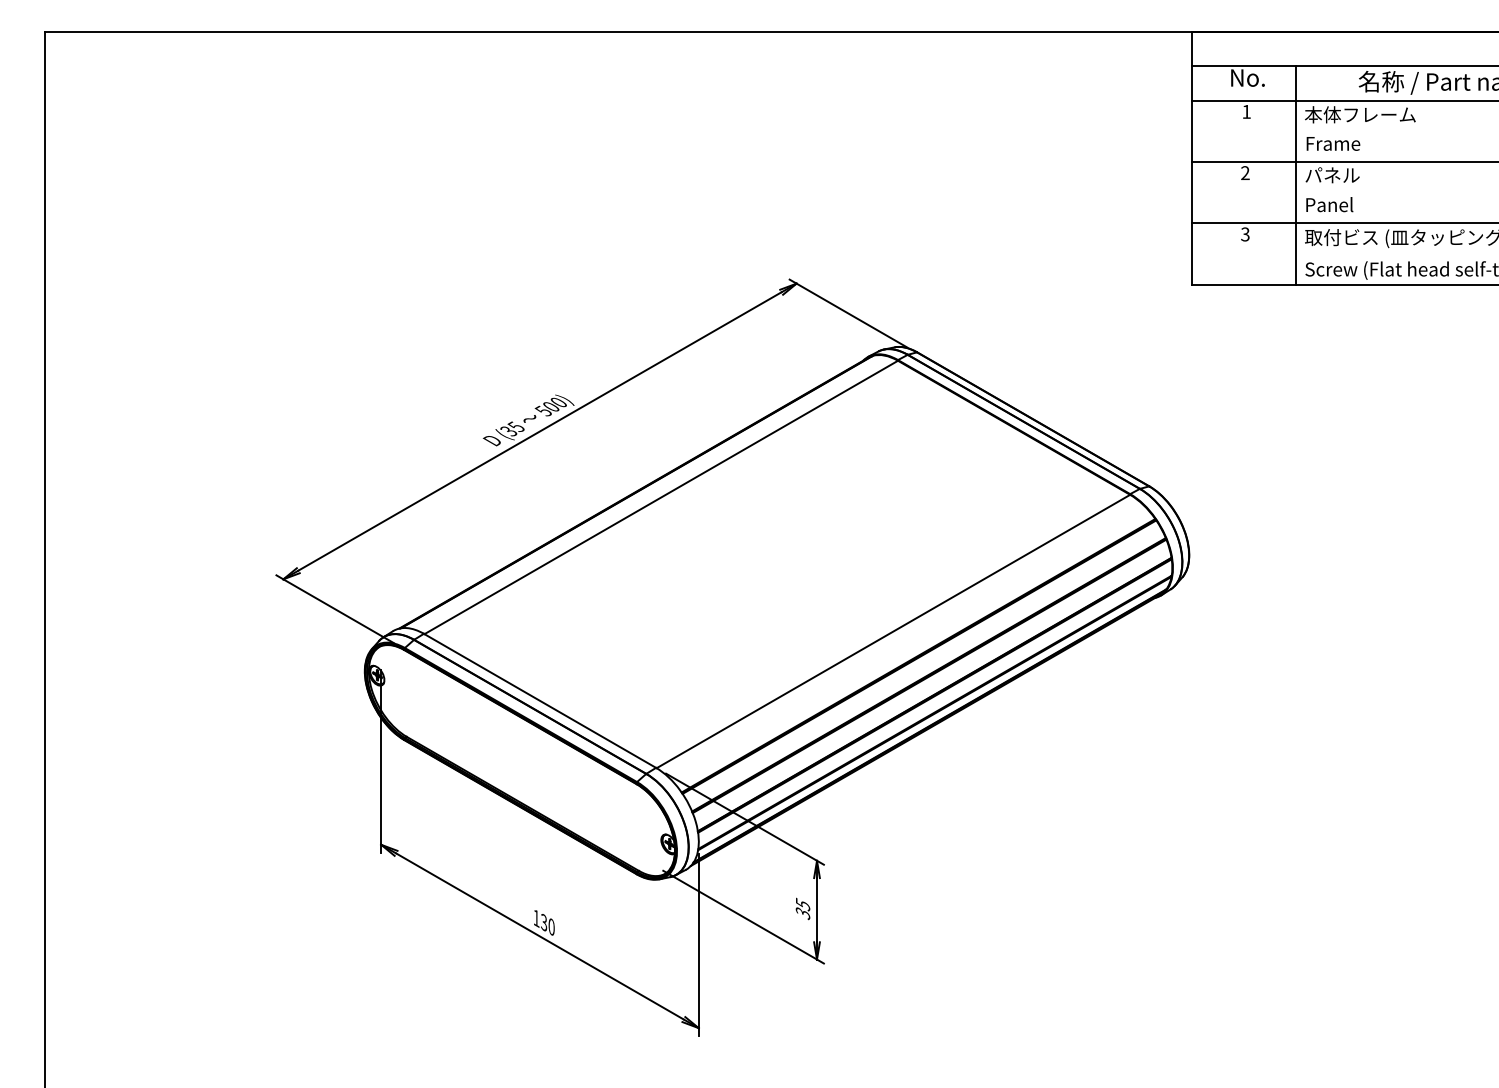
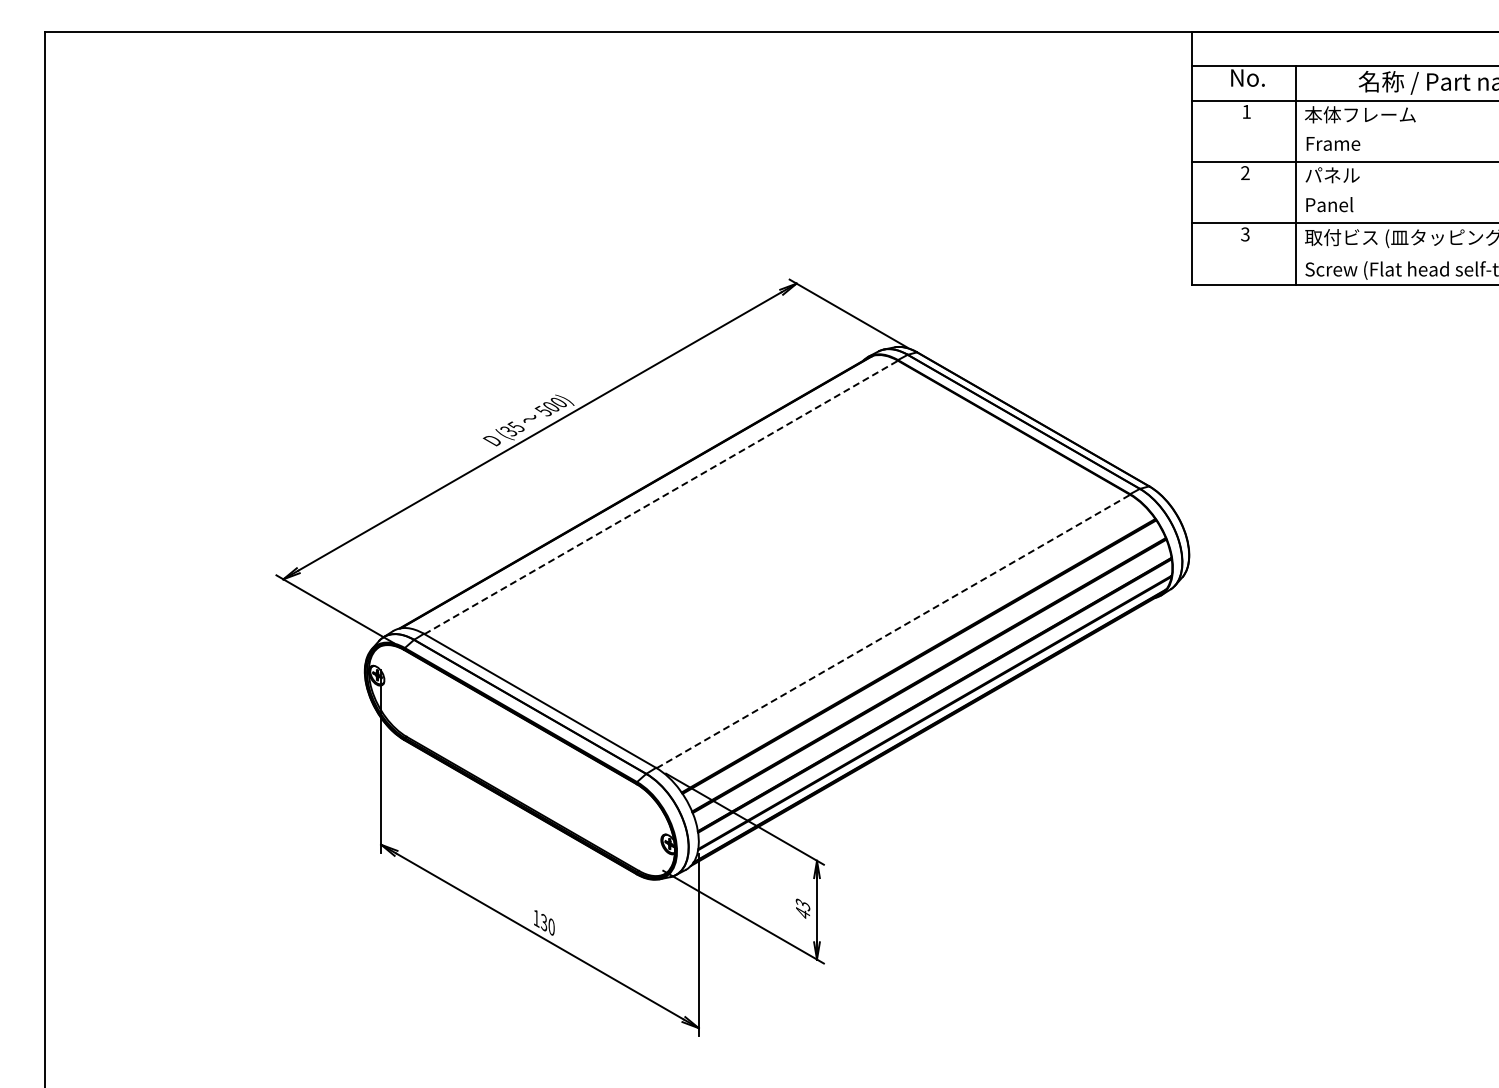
line at (661, 497): solid -> dashed
line at (893, 631): solid -> dashed
text at (802, 908): 35 -> 43
